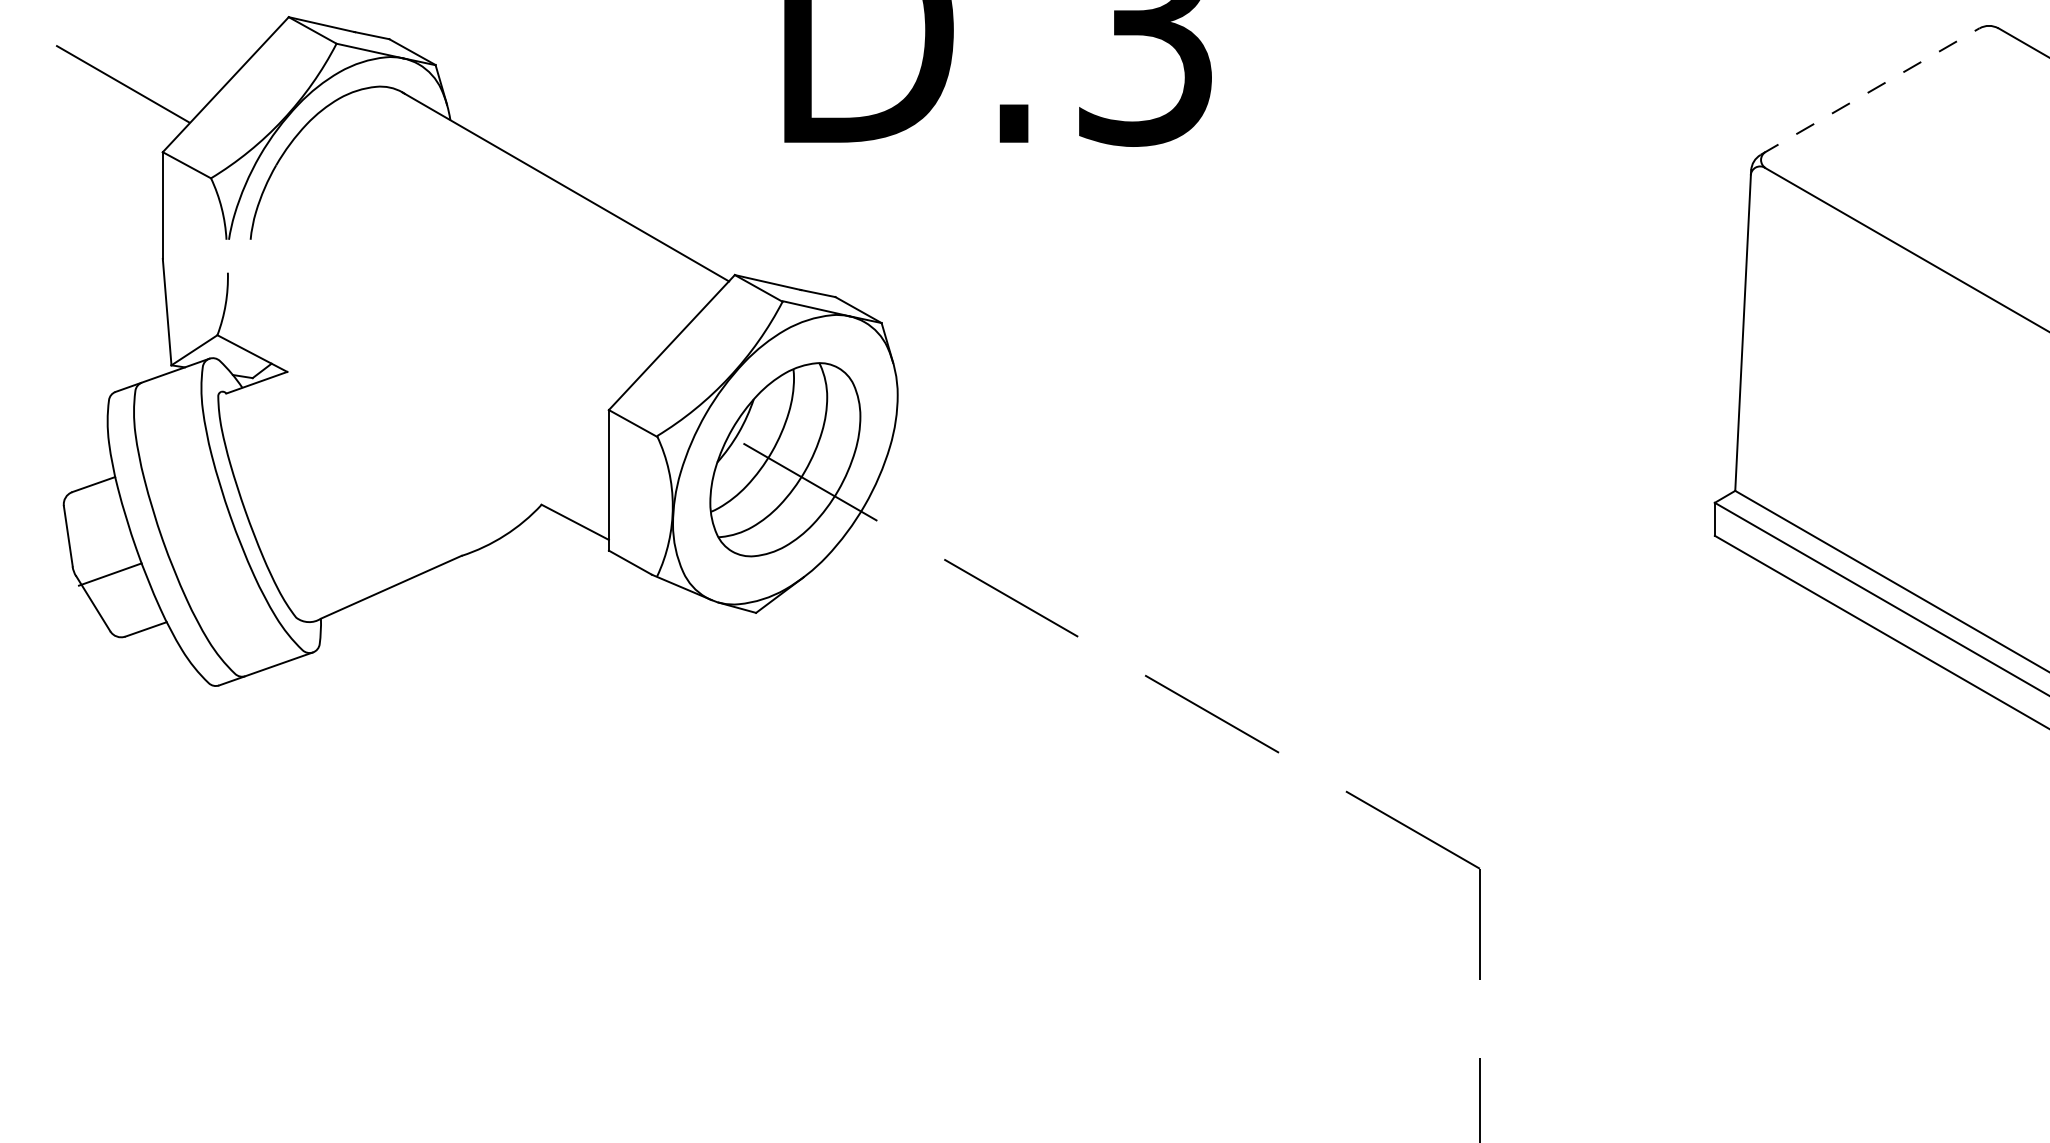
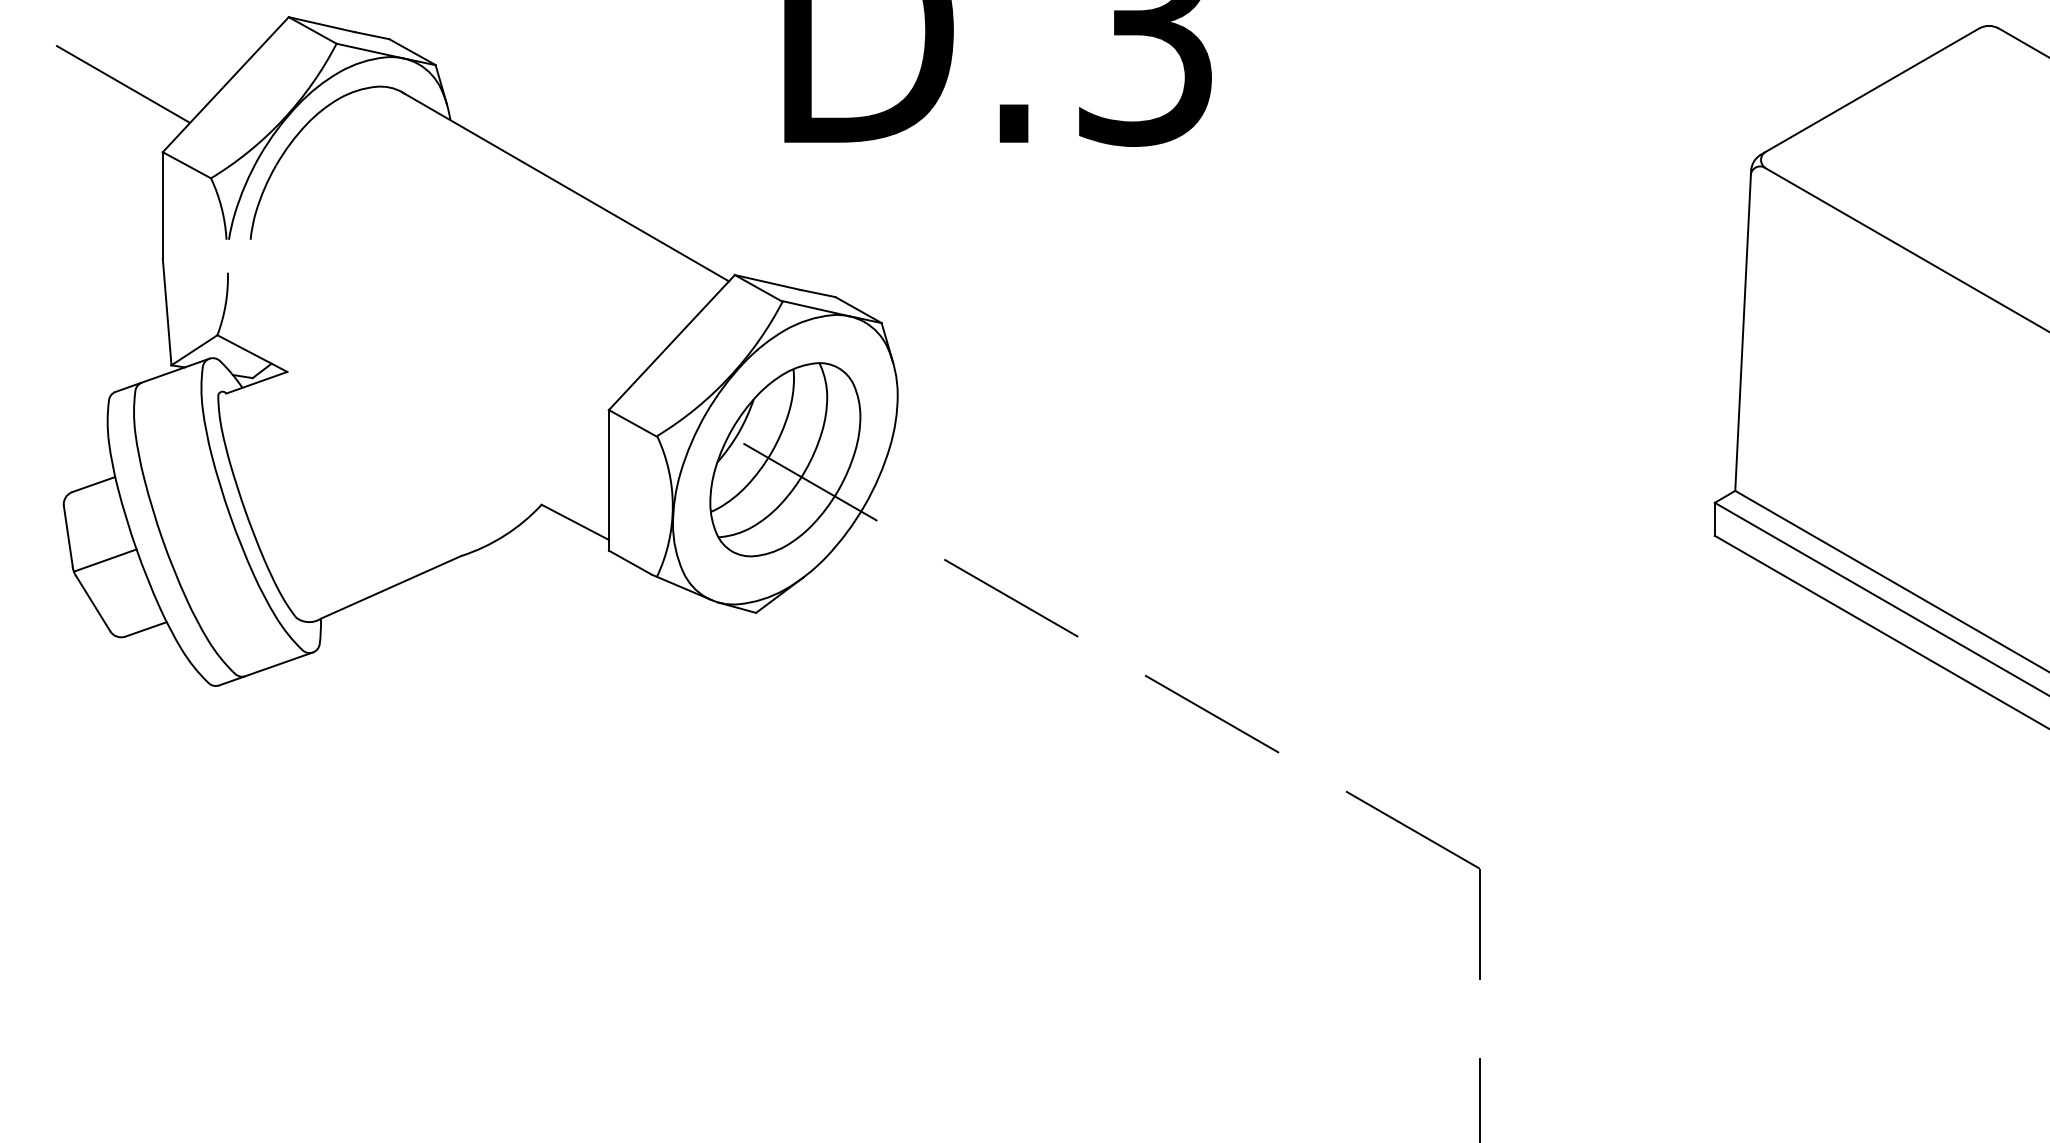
line at (1870, 91): dashed -> solid
line at (109, 574) position: (109, 574) -> (104, 560)
